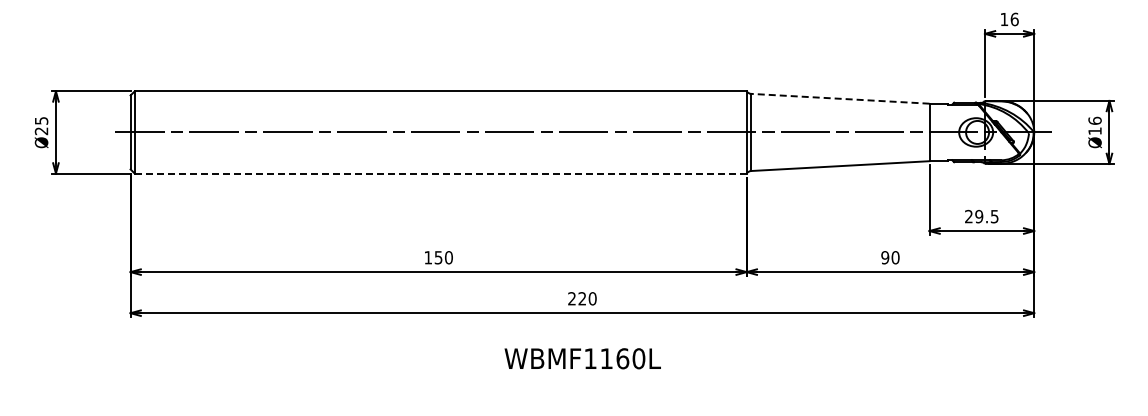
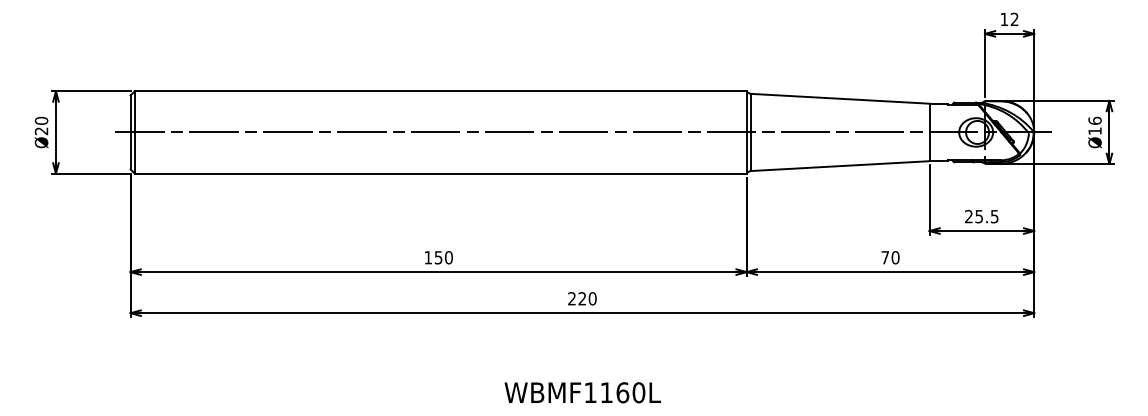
text at (1014, 19): 16 -> 12
line at (839, 98): dashed -> solid
text at (41, 120): Ø25 -> Ø20
line at (441, 173): dashed -> solid
text at (979, 215): 29.5 -> 25.5
text at (885, 257): 90 -> 70
text at (582, 358) position: (582, 358) -> (582, 392)
